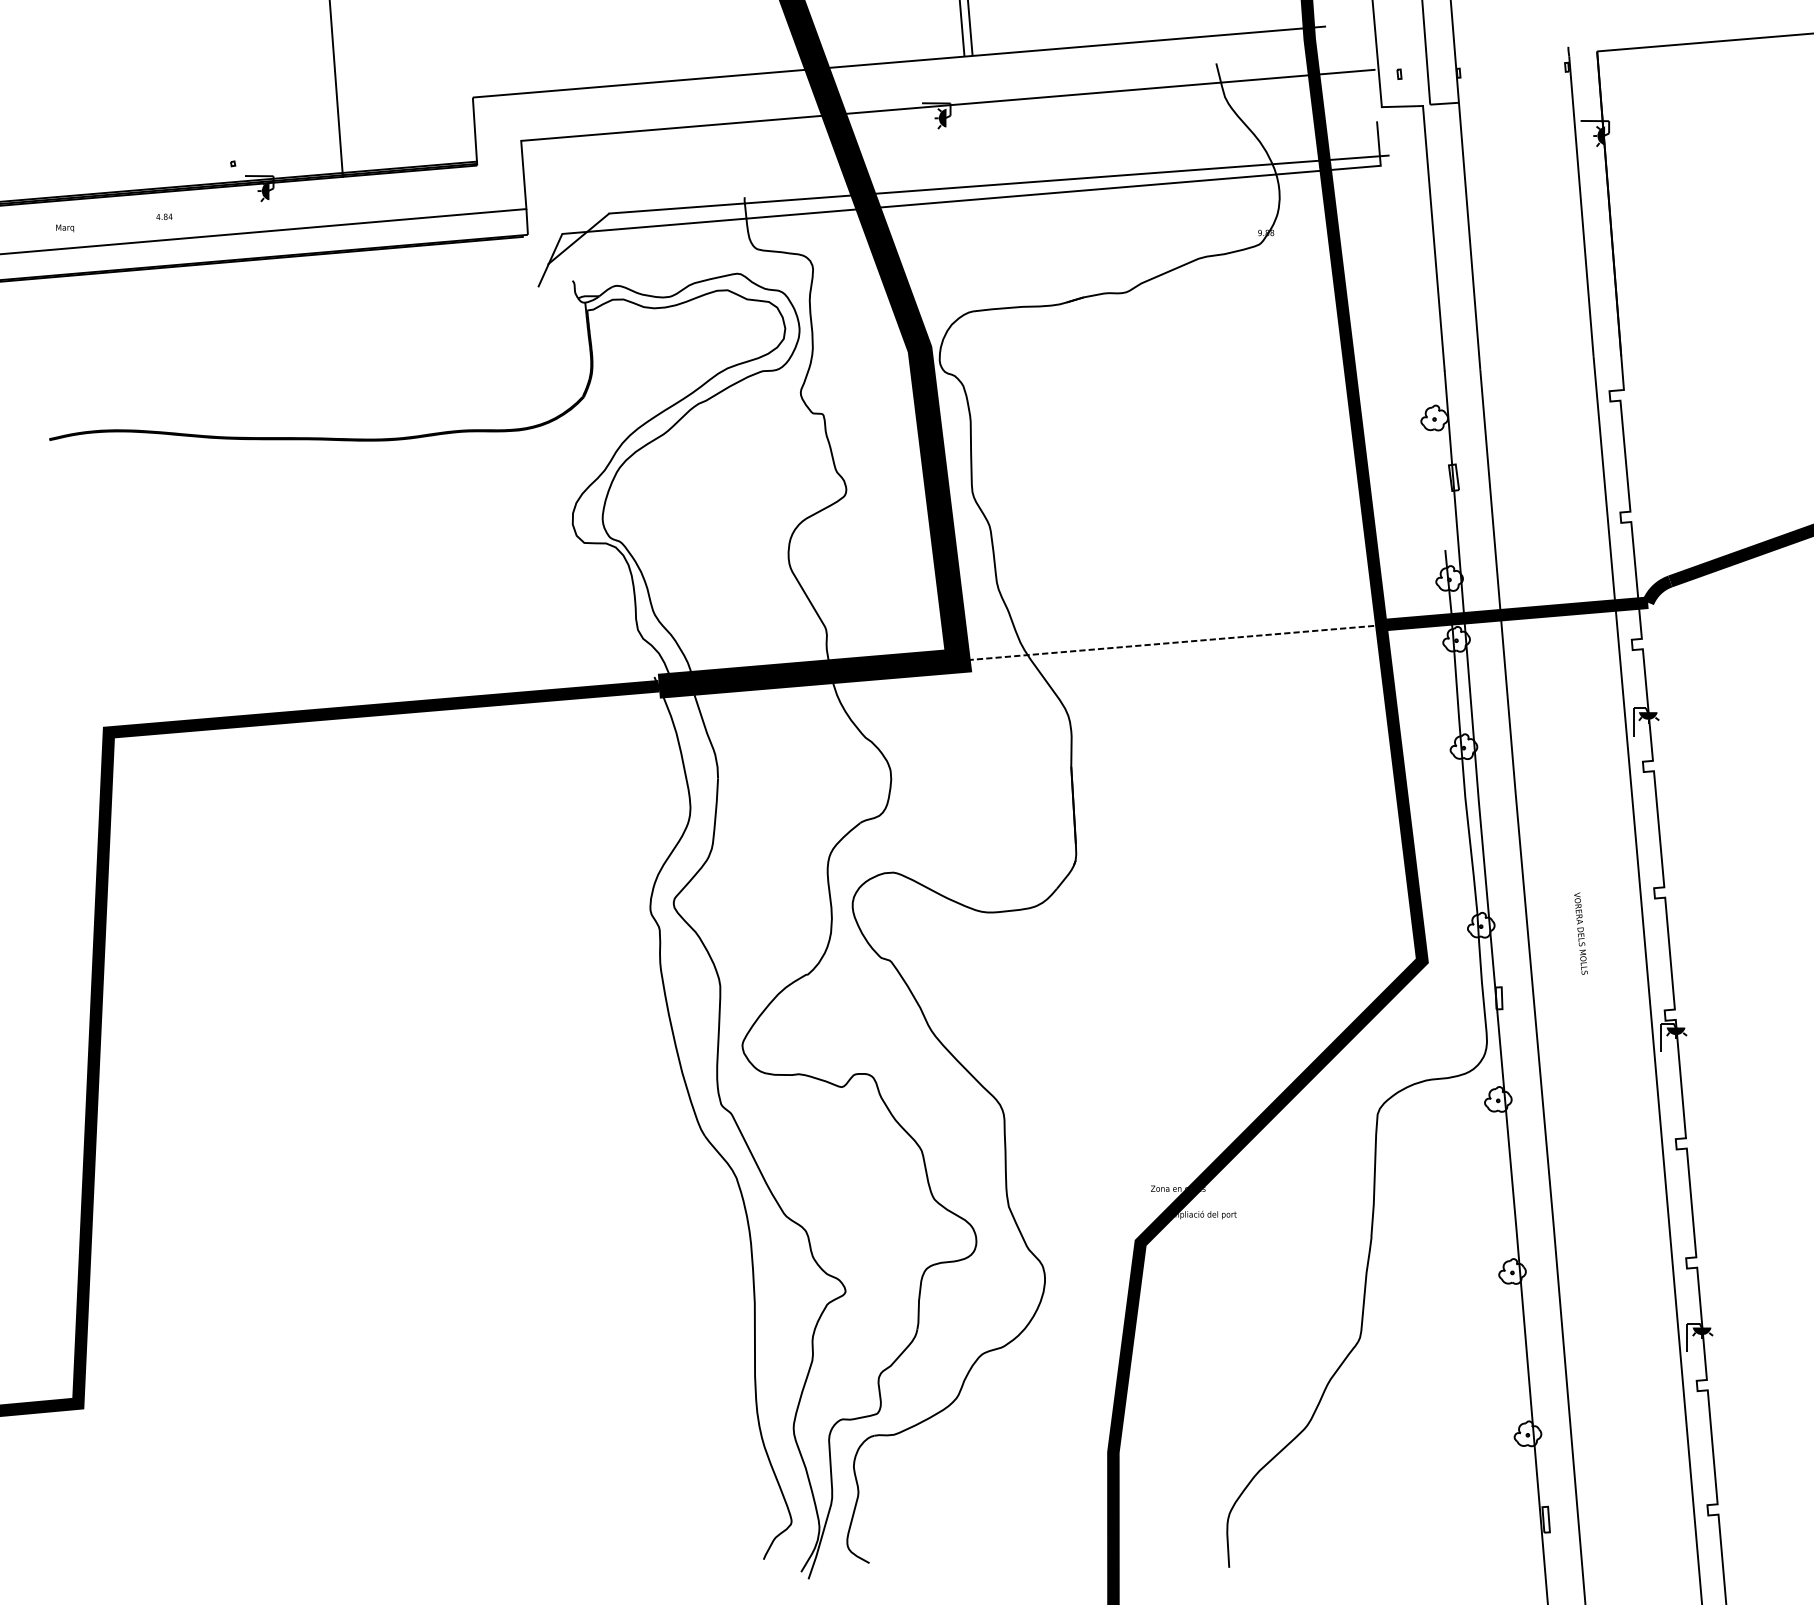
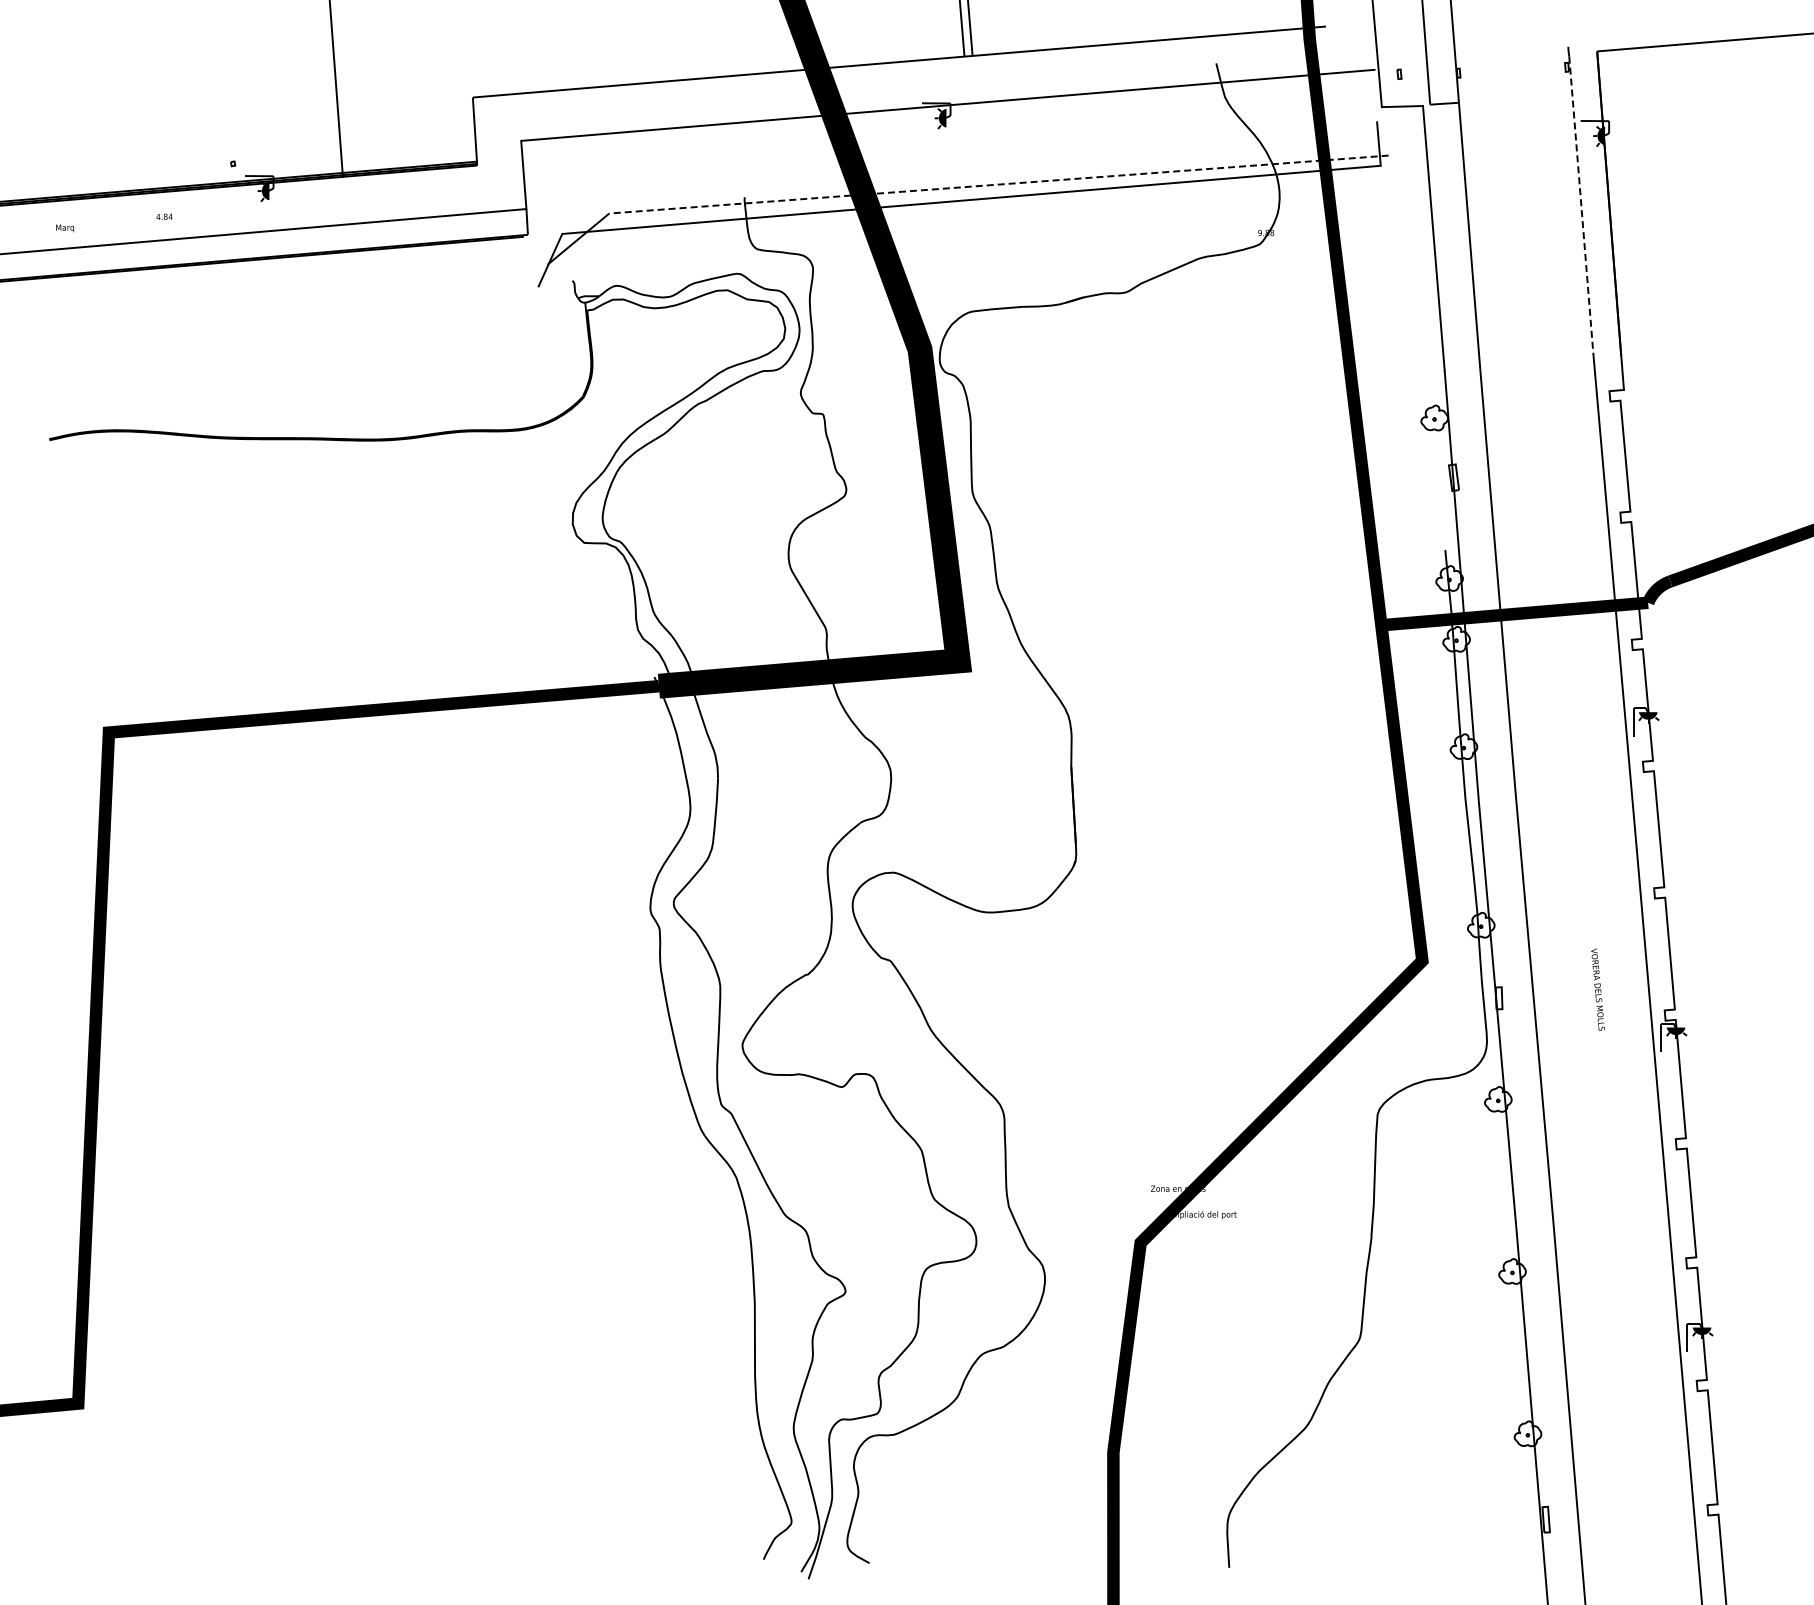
line at (998, 184): solid -> dashed
line at (1581, 206): solid -> dashed
line at (1169, 642): present -> none
text at (1580, 933) position: (1580, 933) -> (1597, 989)
